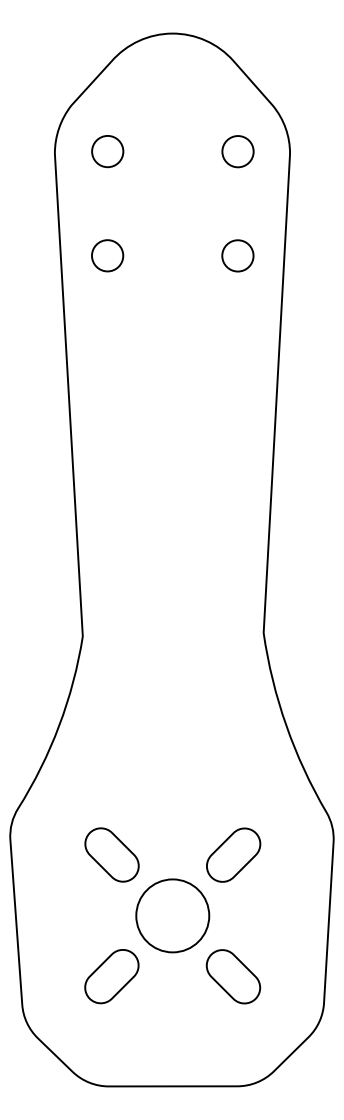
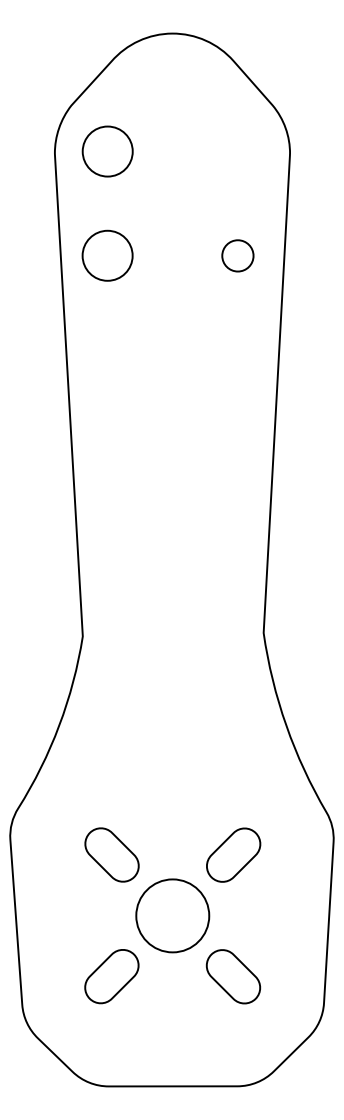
circle at (107, 151) diameter: 31 px -> 50 px
circle at (237, 151): present -> none
circle at (107, 255) diameter: 31 px -> 50 px
